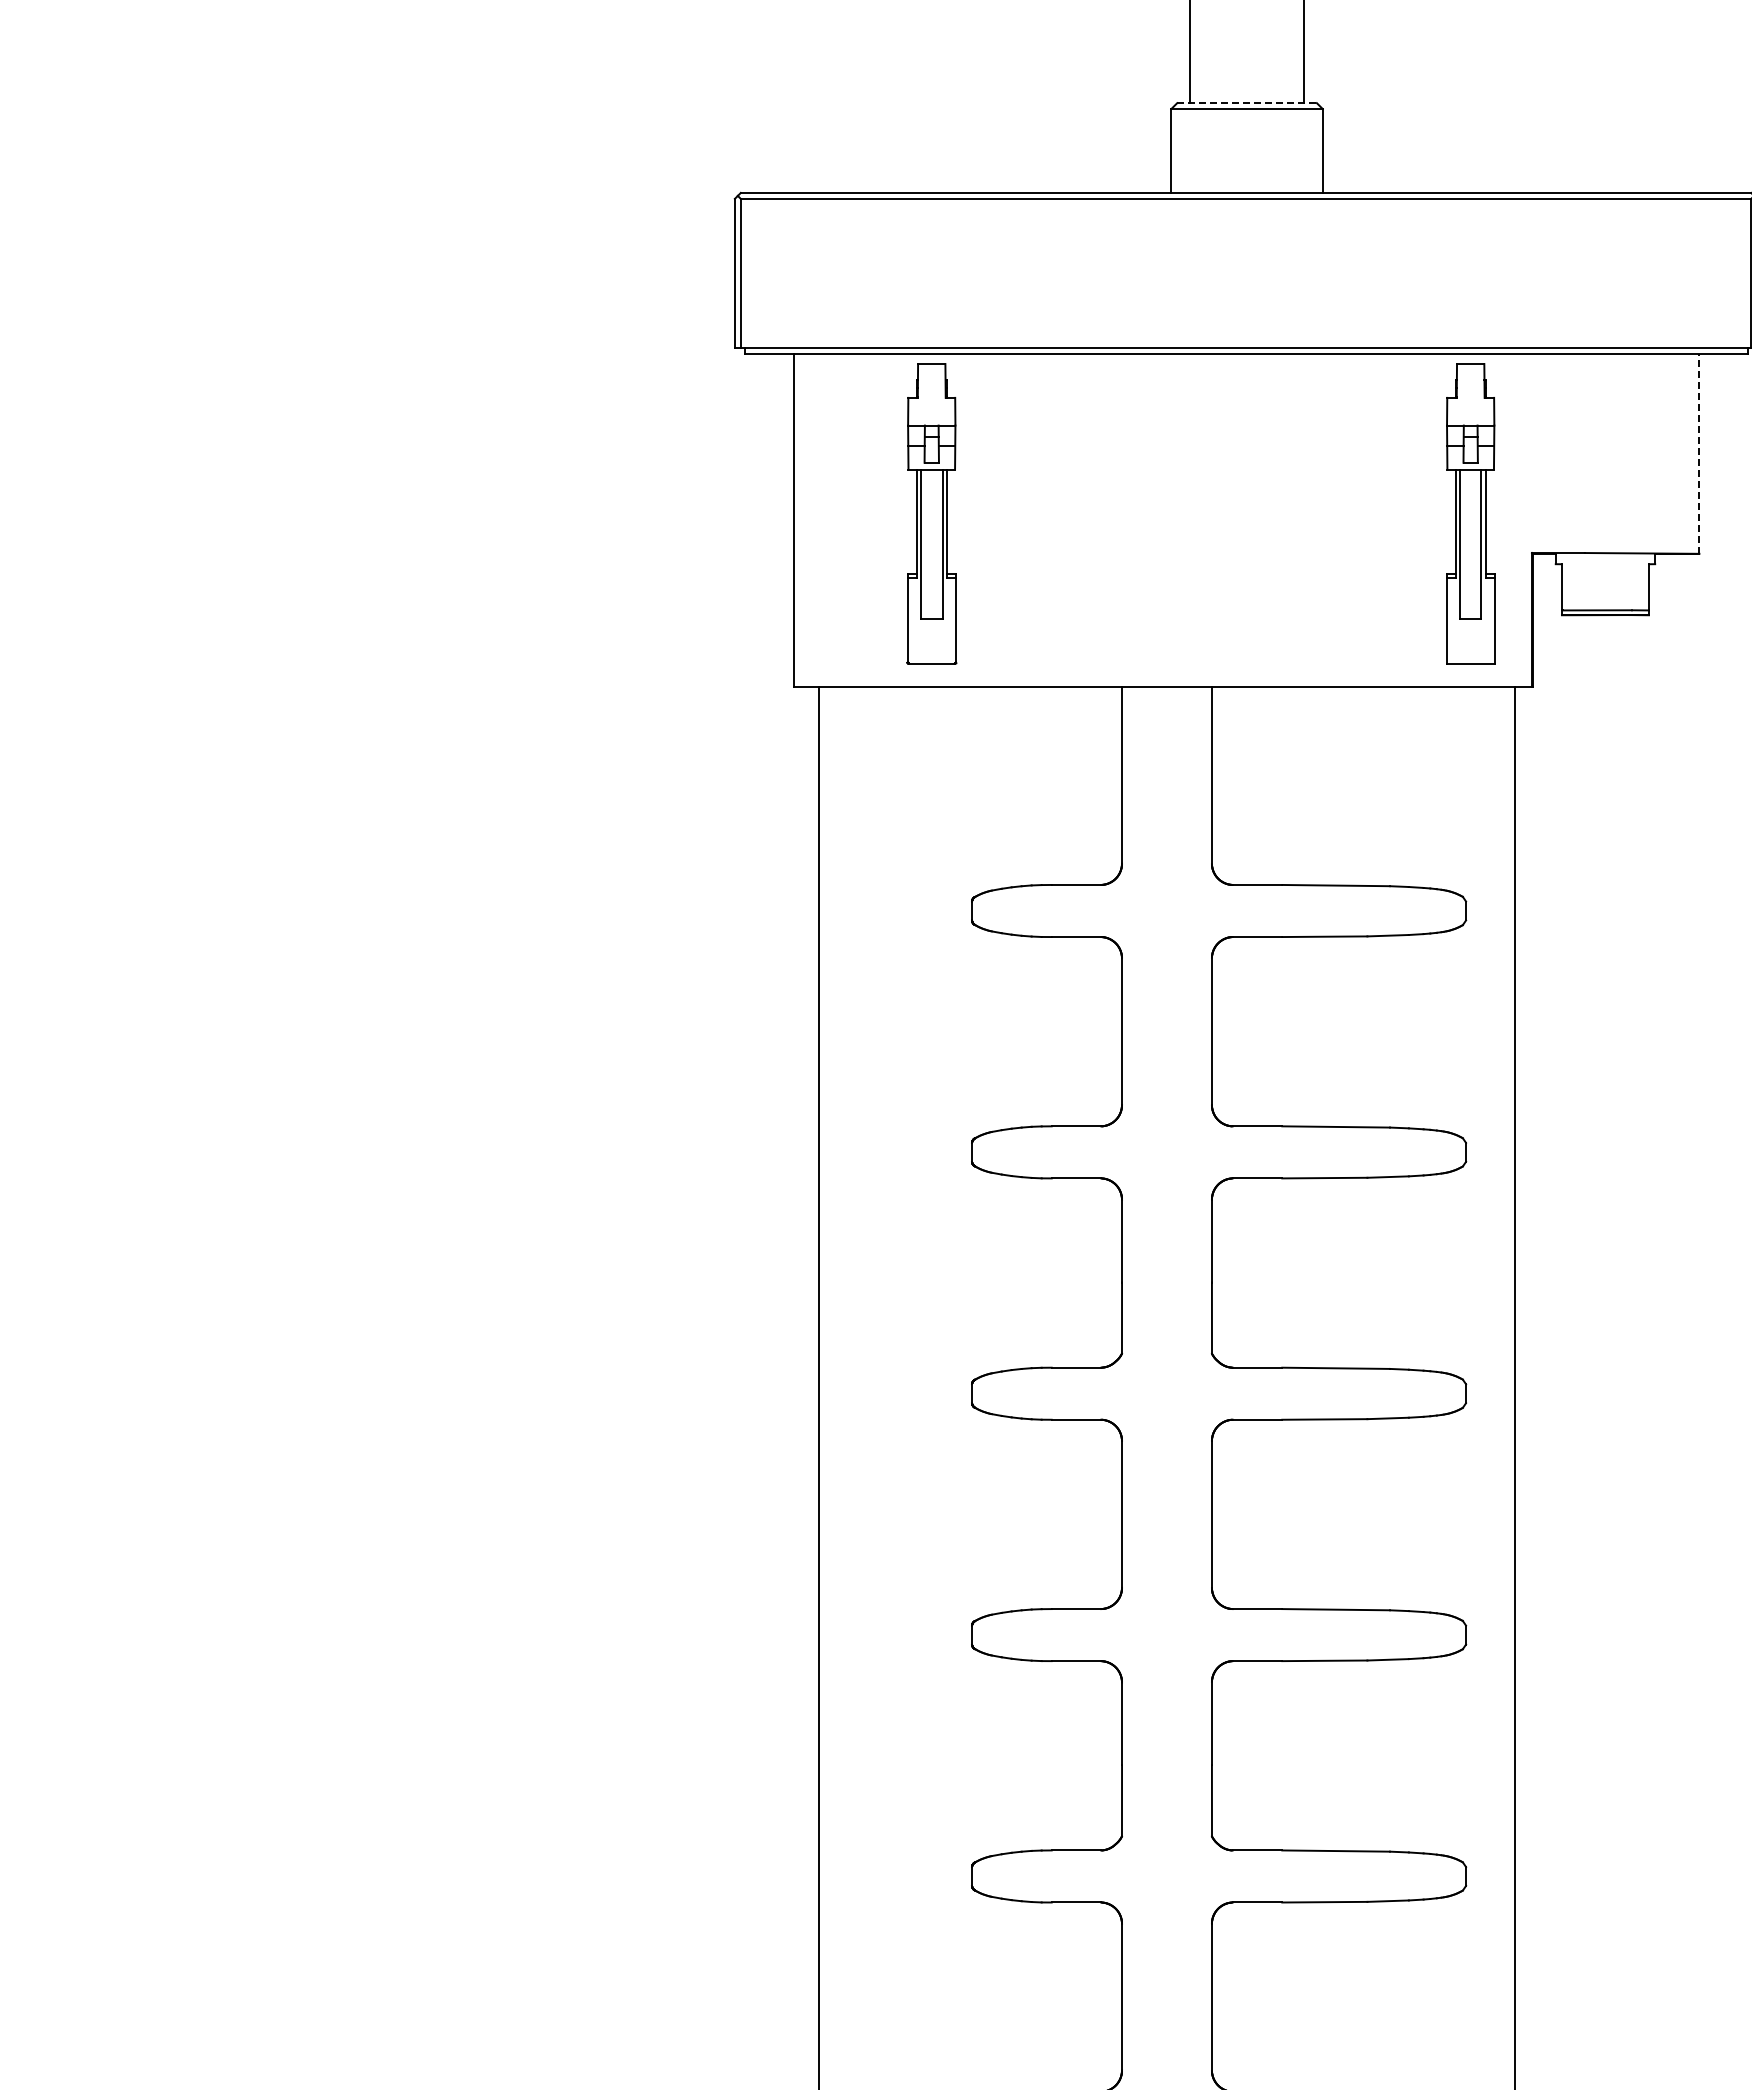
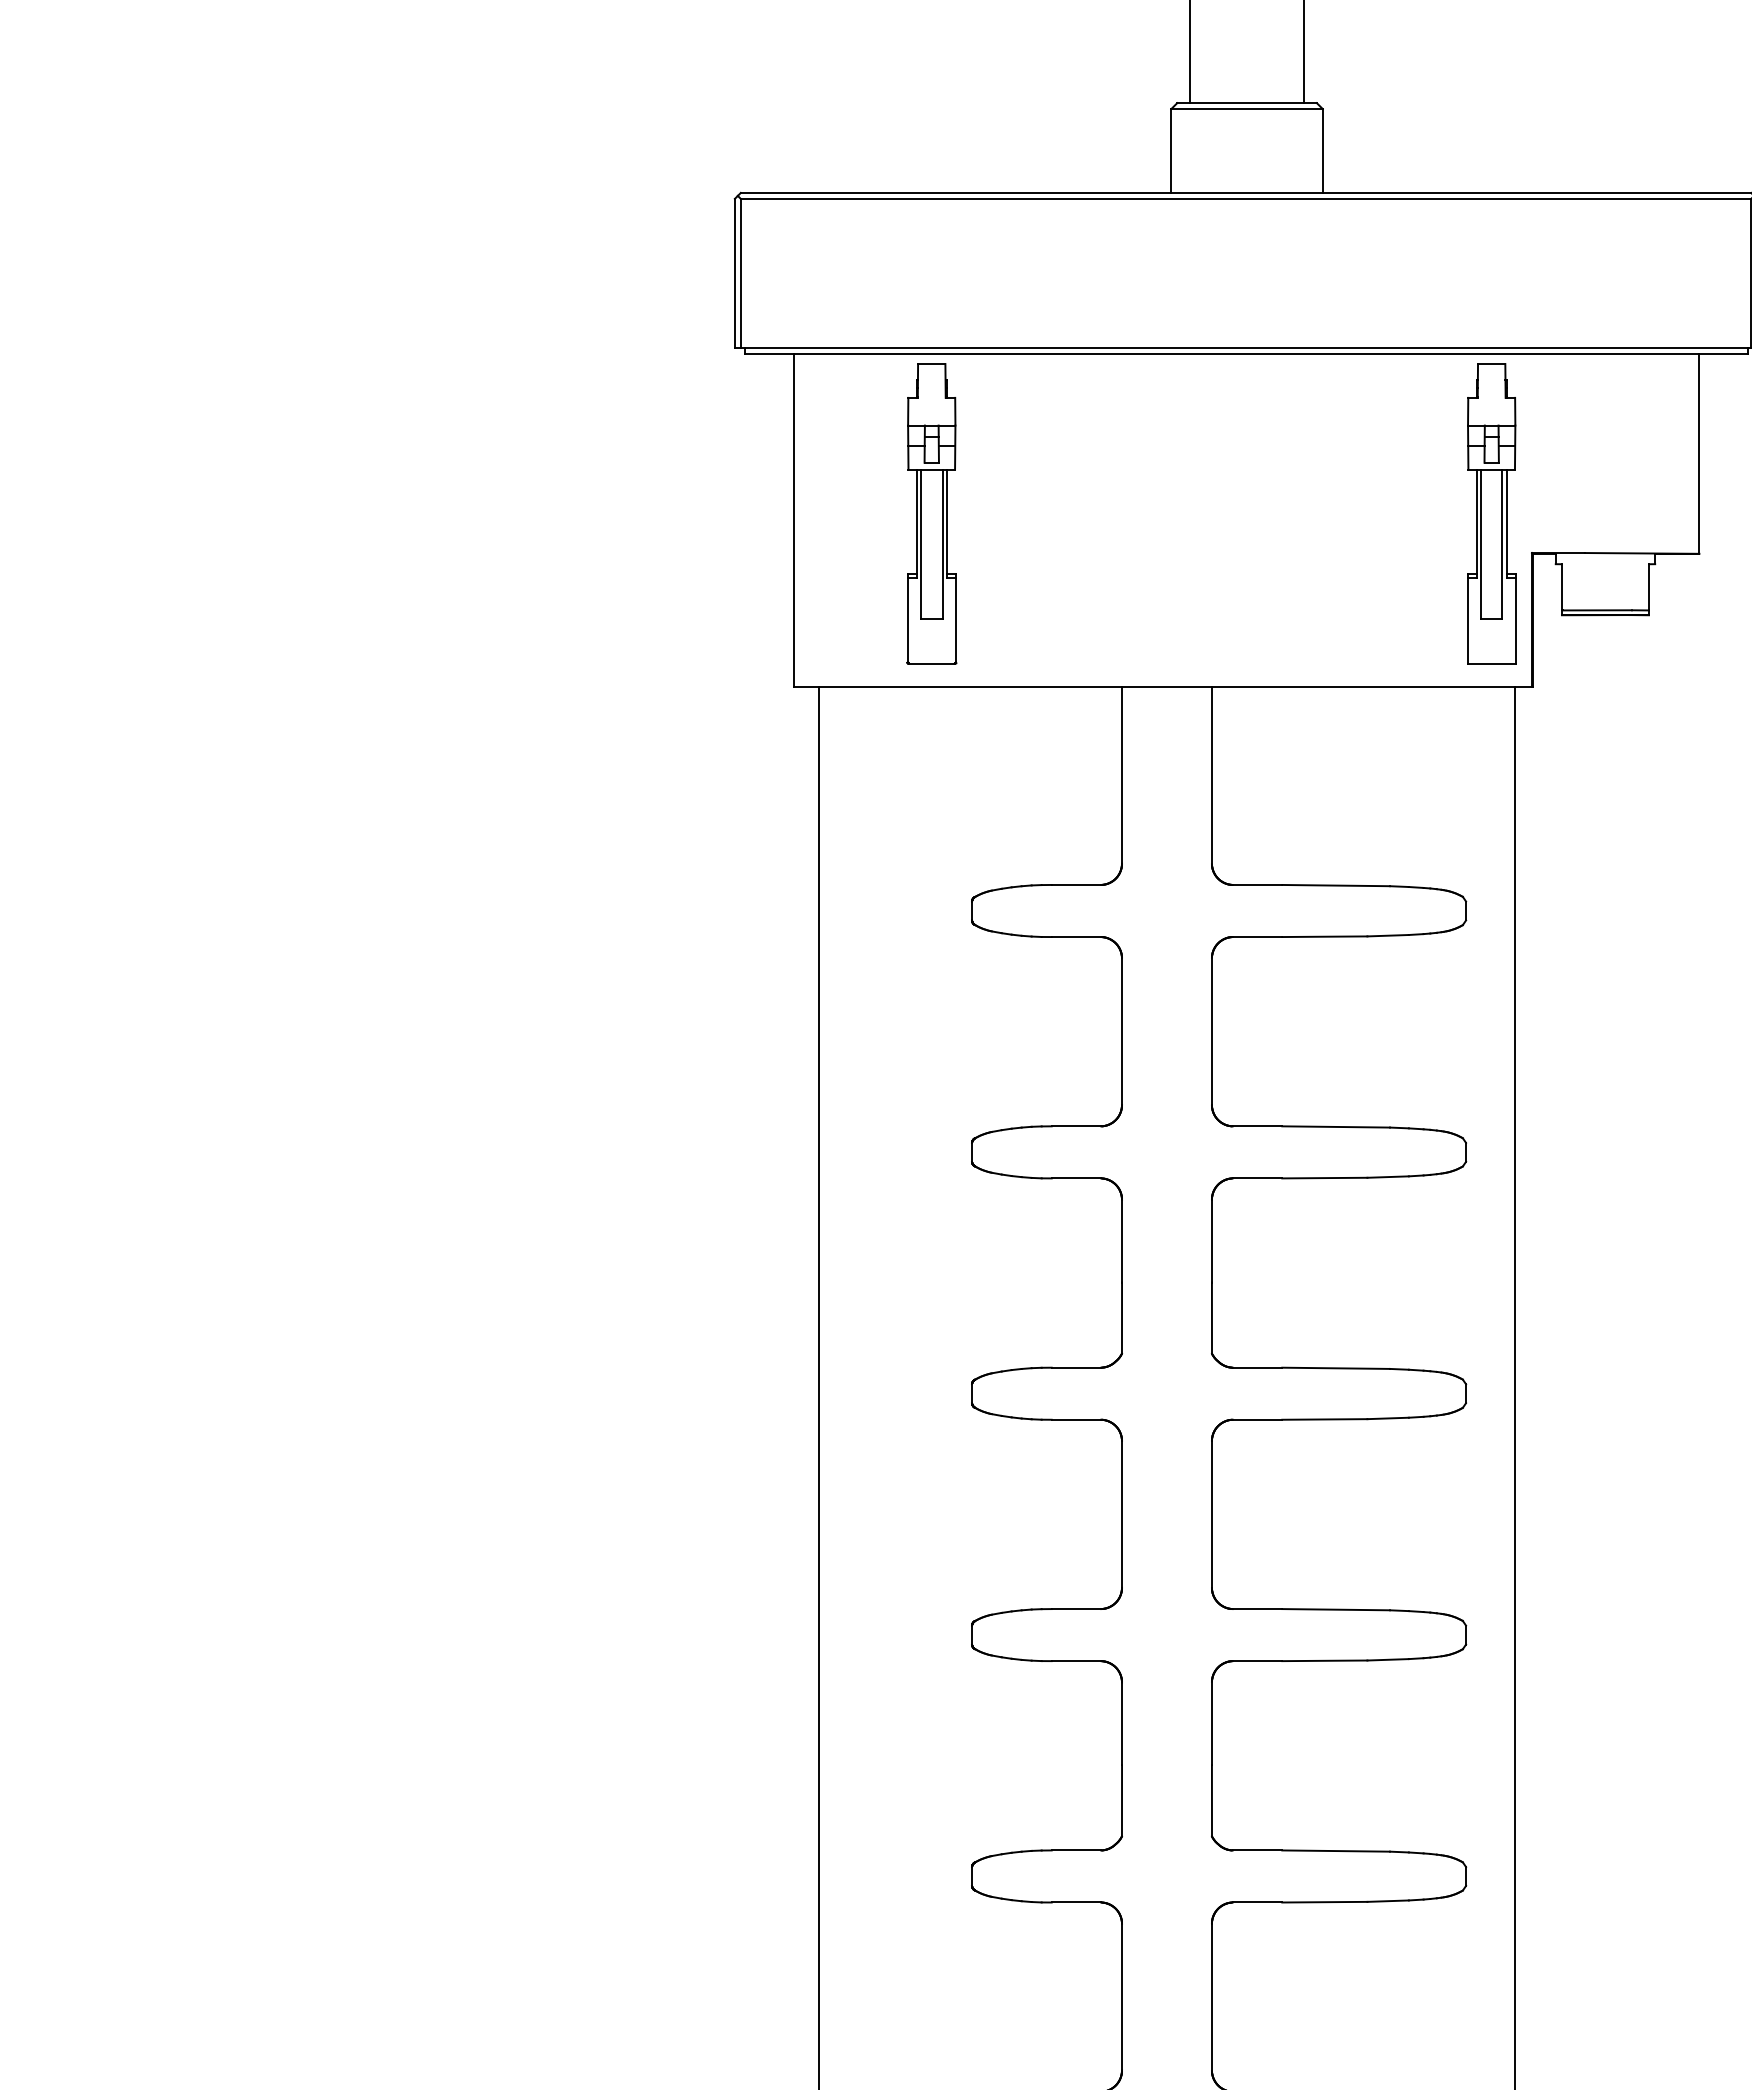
line at (1247, 103): dashed -> solid
line at (1699, 453): dashed -> solid
part at (1470, 513) position: (1470, 513) -> (1491, 513)
